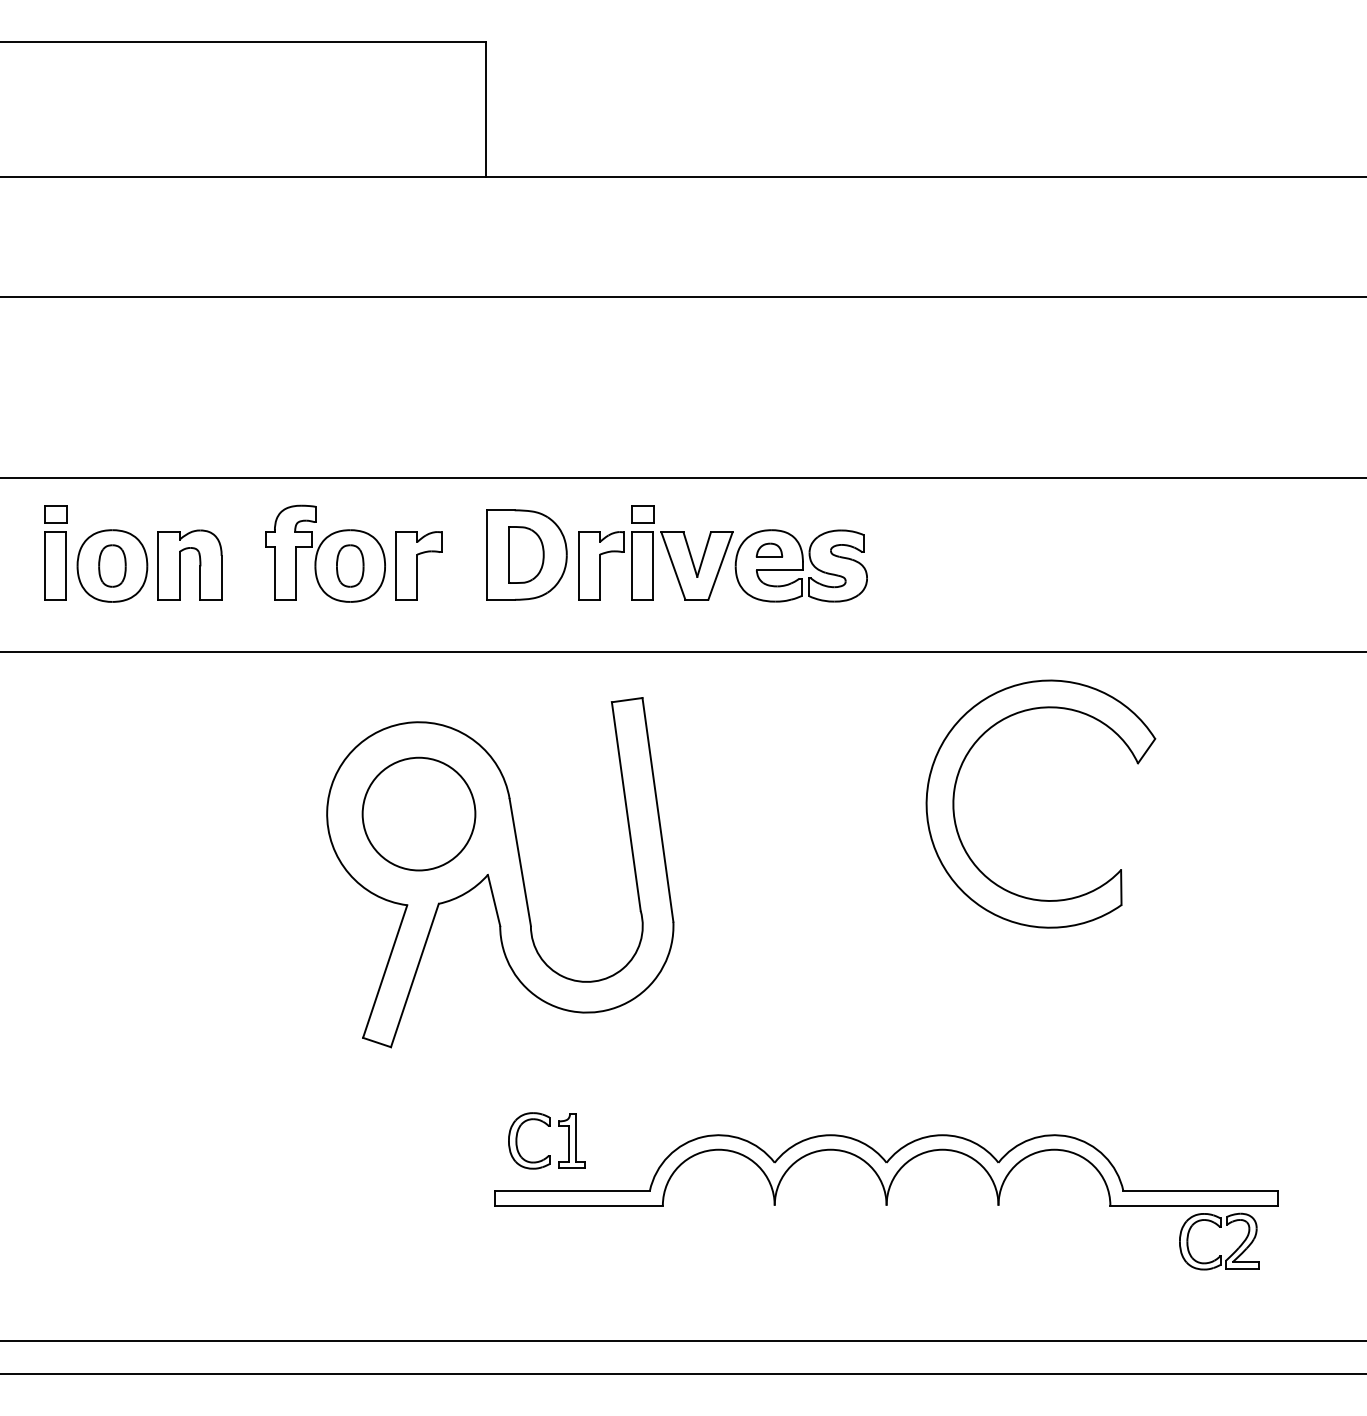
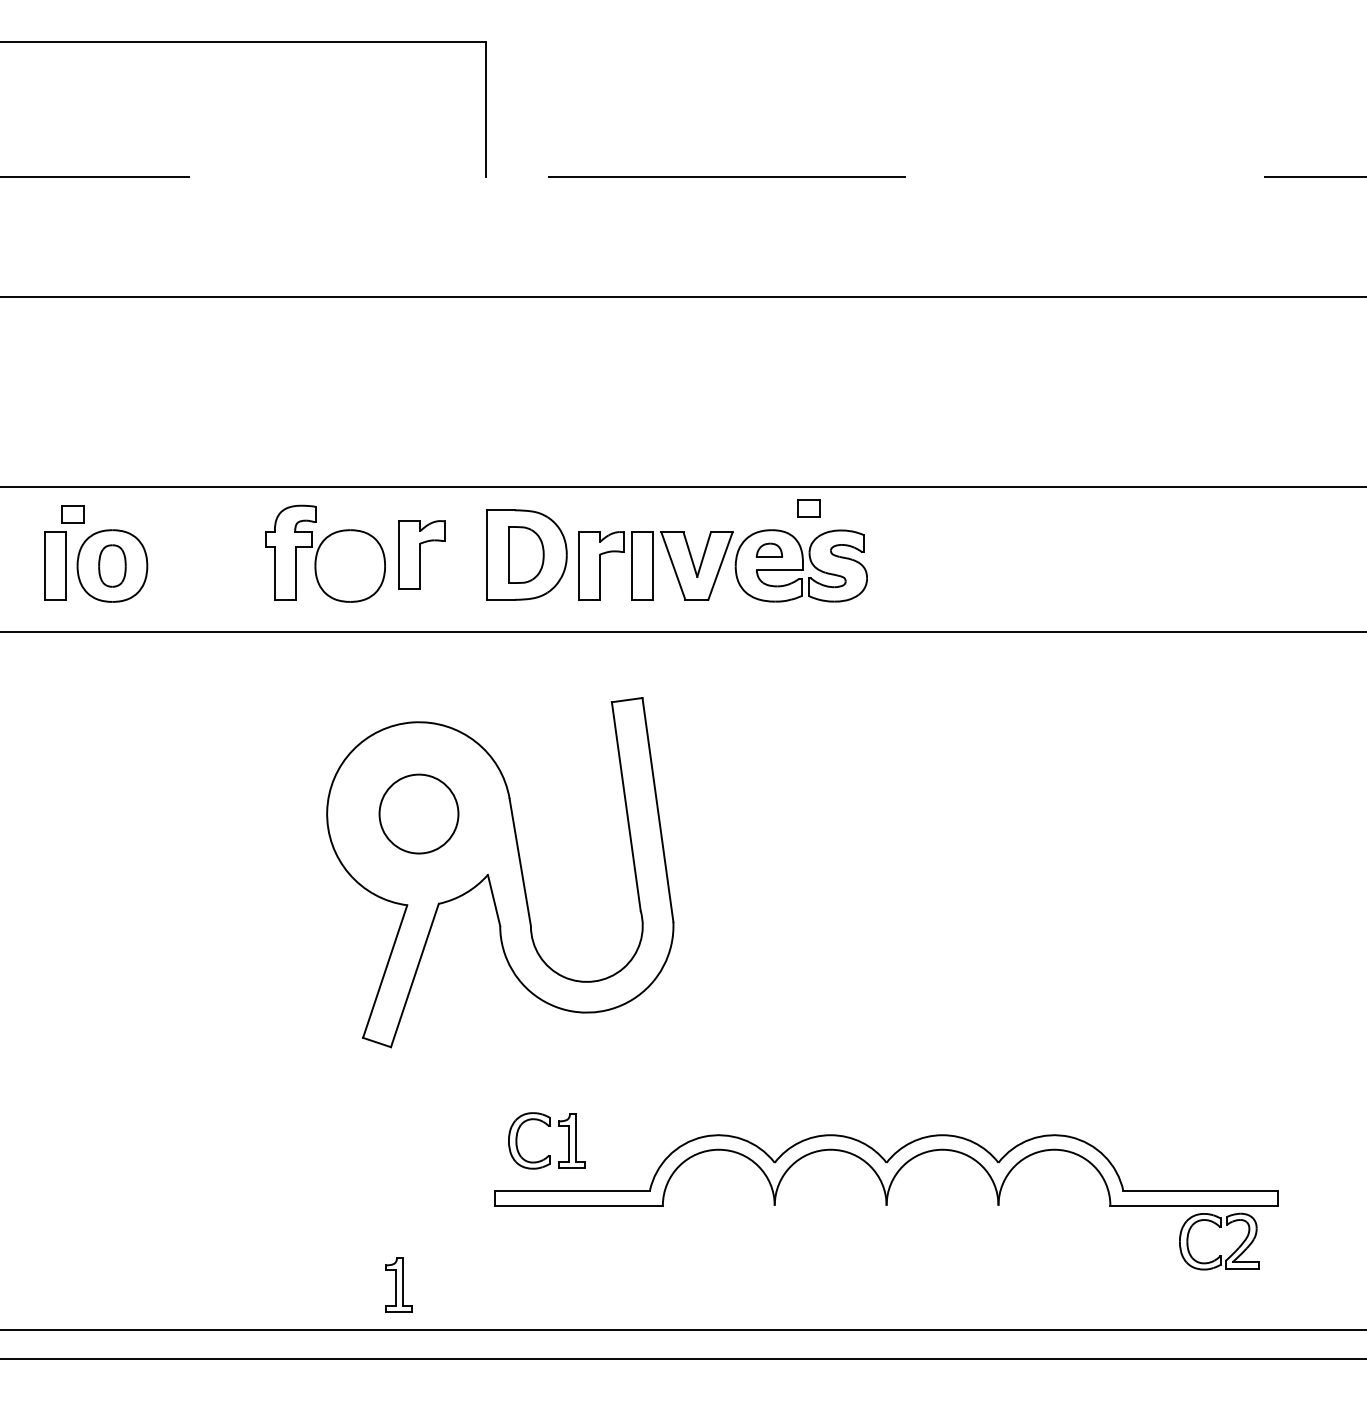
line at (683, 176): solid -> dashed
line at (682, 478) position: (682, 478) -> (682, 487)
part at (55, 514) position: (55, 514) -> (72, 514)
part at (642, 514) position: (642, 514) -> (808, 508)
part at (180, 564): present -> none
part at (350, 565): present -> none
part at (418, 565) position: (418, 565) -> (421, 554)
line at (682, 652) position: (682, 652) -> (682, 632)
part at (955, 791): present -> none
circle at (418, 813) size: 116x116 px -> 82x82 px
part at (398, 1284): none -> present
line at (682, 1341) position: (682, 1341) -> (682, 1330)
line at (682, 1373) position: (682, 1373) -> (682, 1358)
